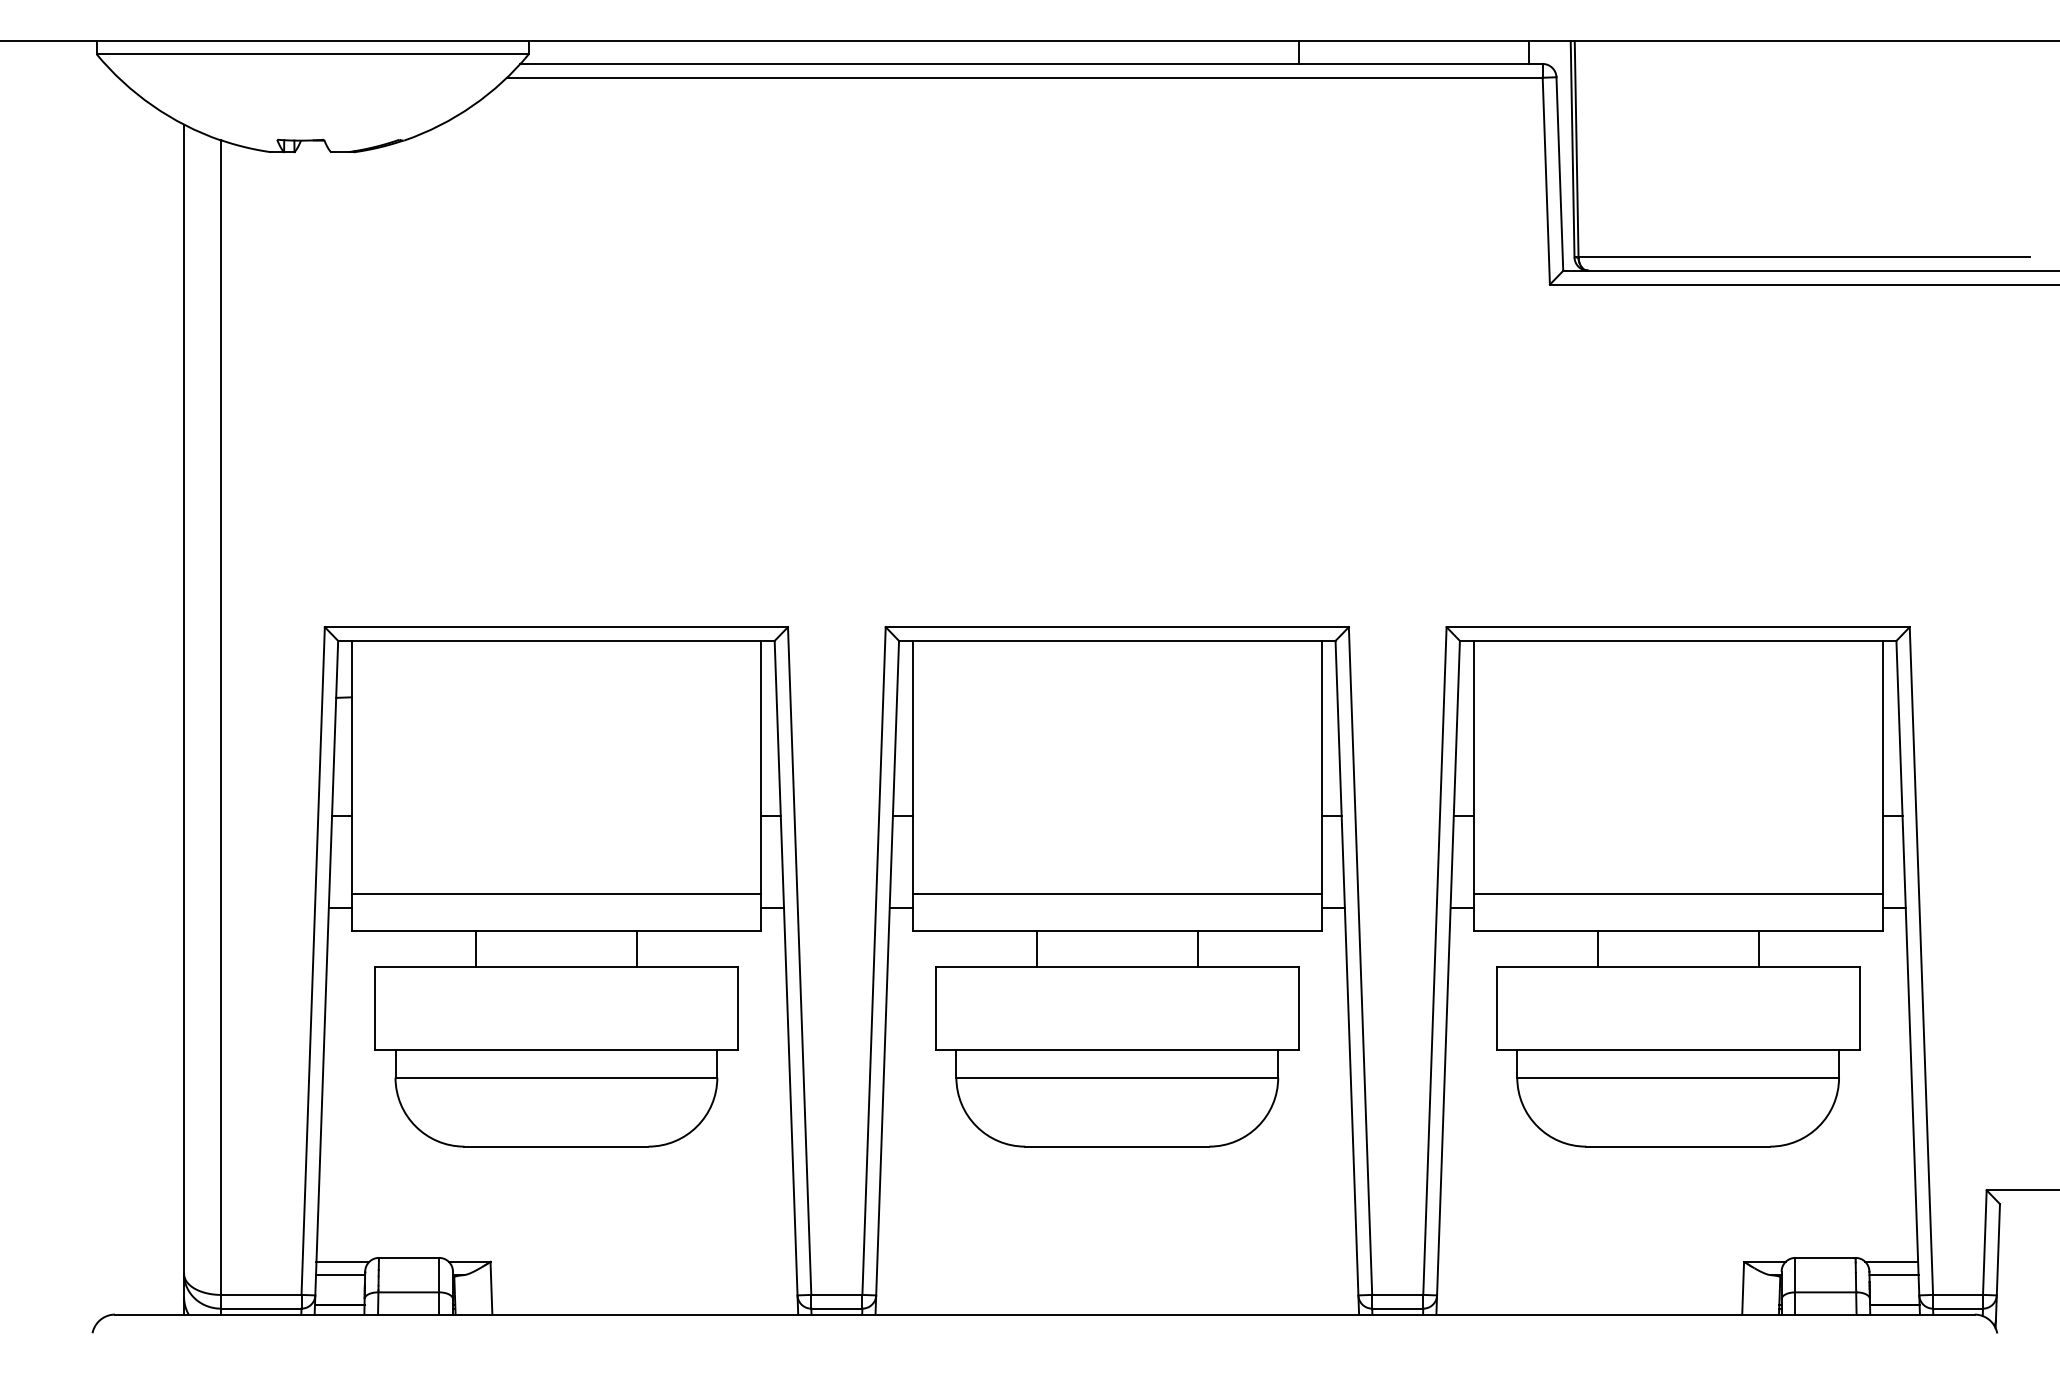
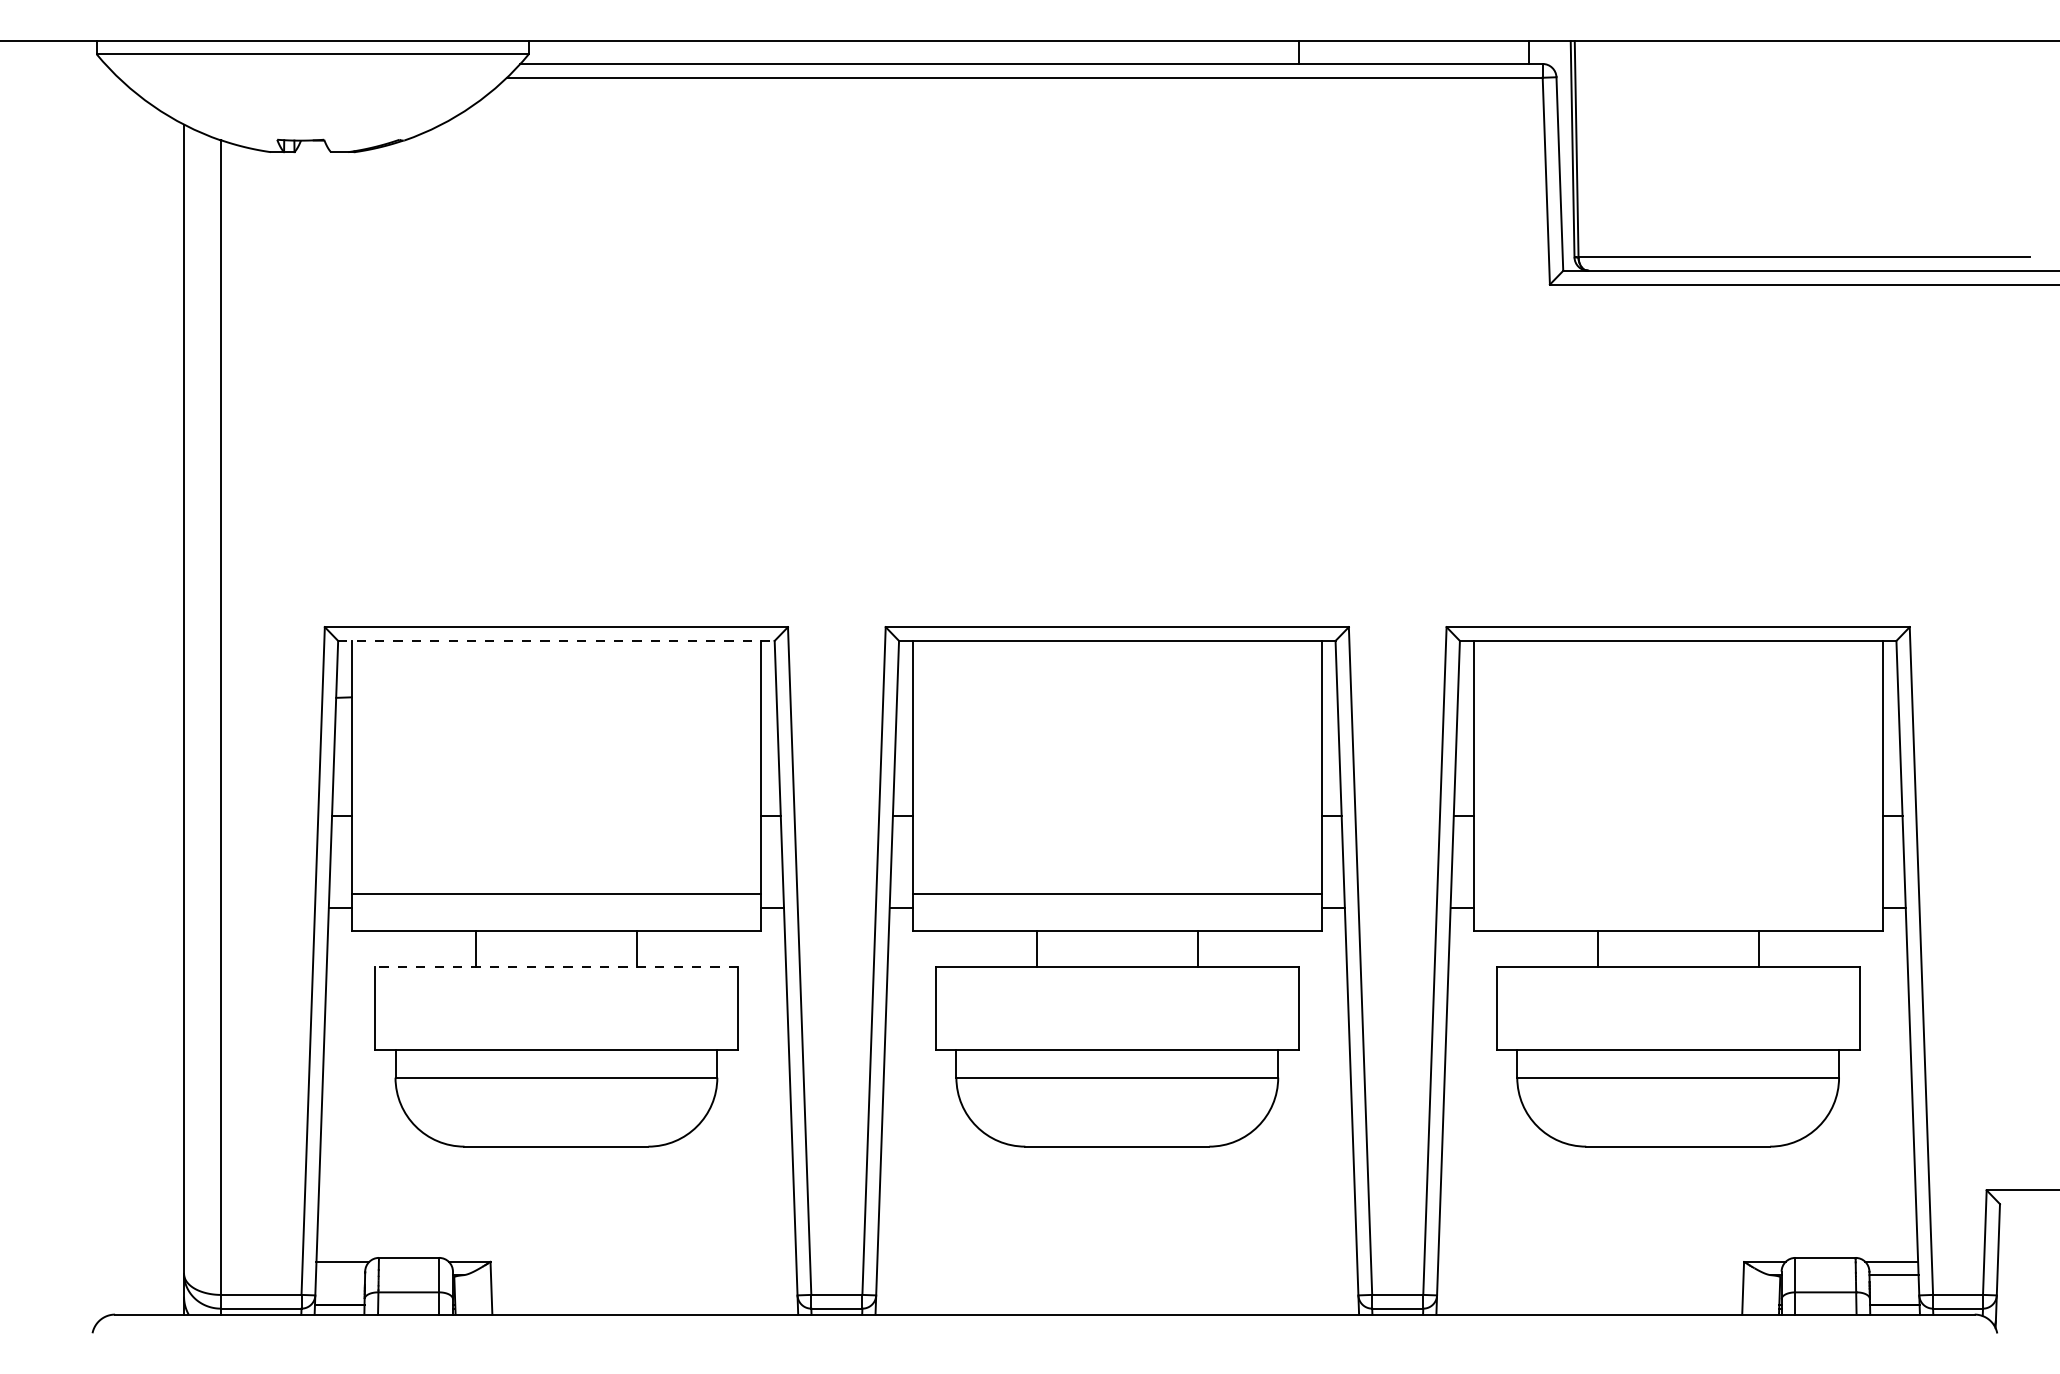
line at (556, 640): solid -> dashed
line at (1677, 893): present -> none
line at (556, 967): solid -> dashed
line at (340, 1275): present -> none
